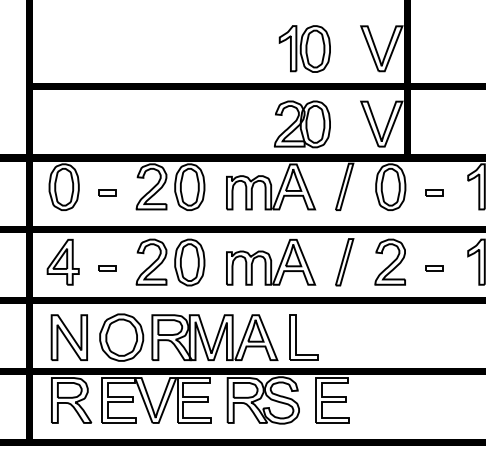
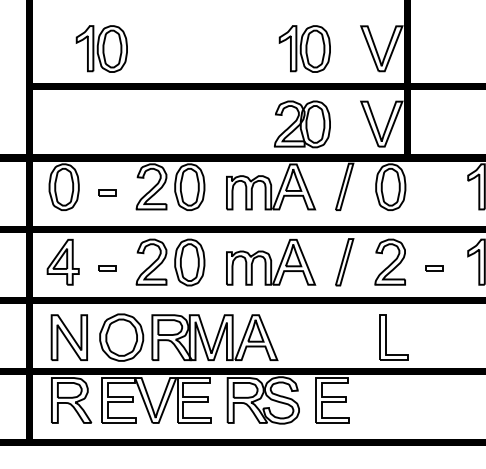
part at (101, 48): none -> present
part at (434, 192): present -> none
part at (296, 337) position: (296, 337) -> (386, 337)
